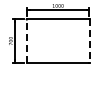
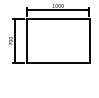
line at (26, 41): dashed -> solid
line at (89, 41): dashed -> solid
